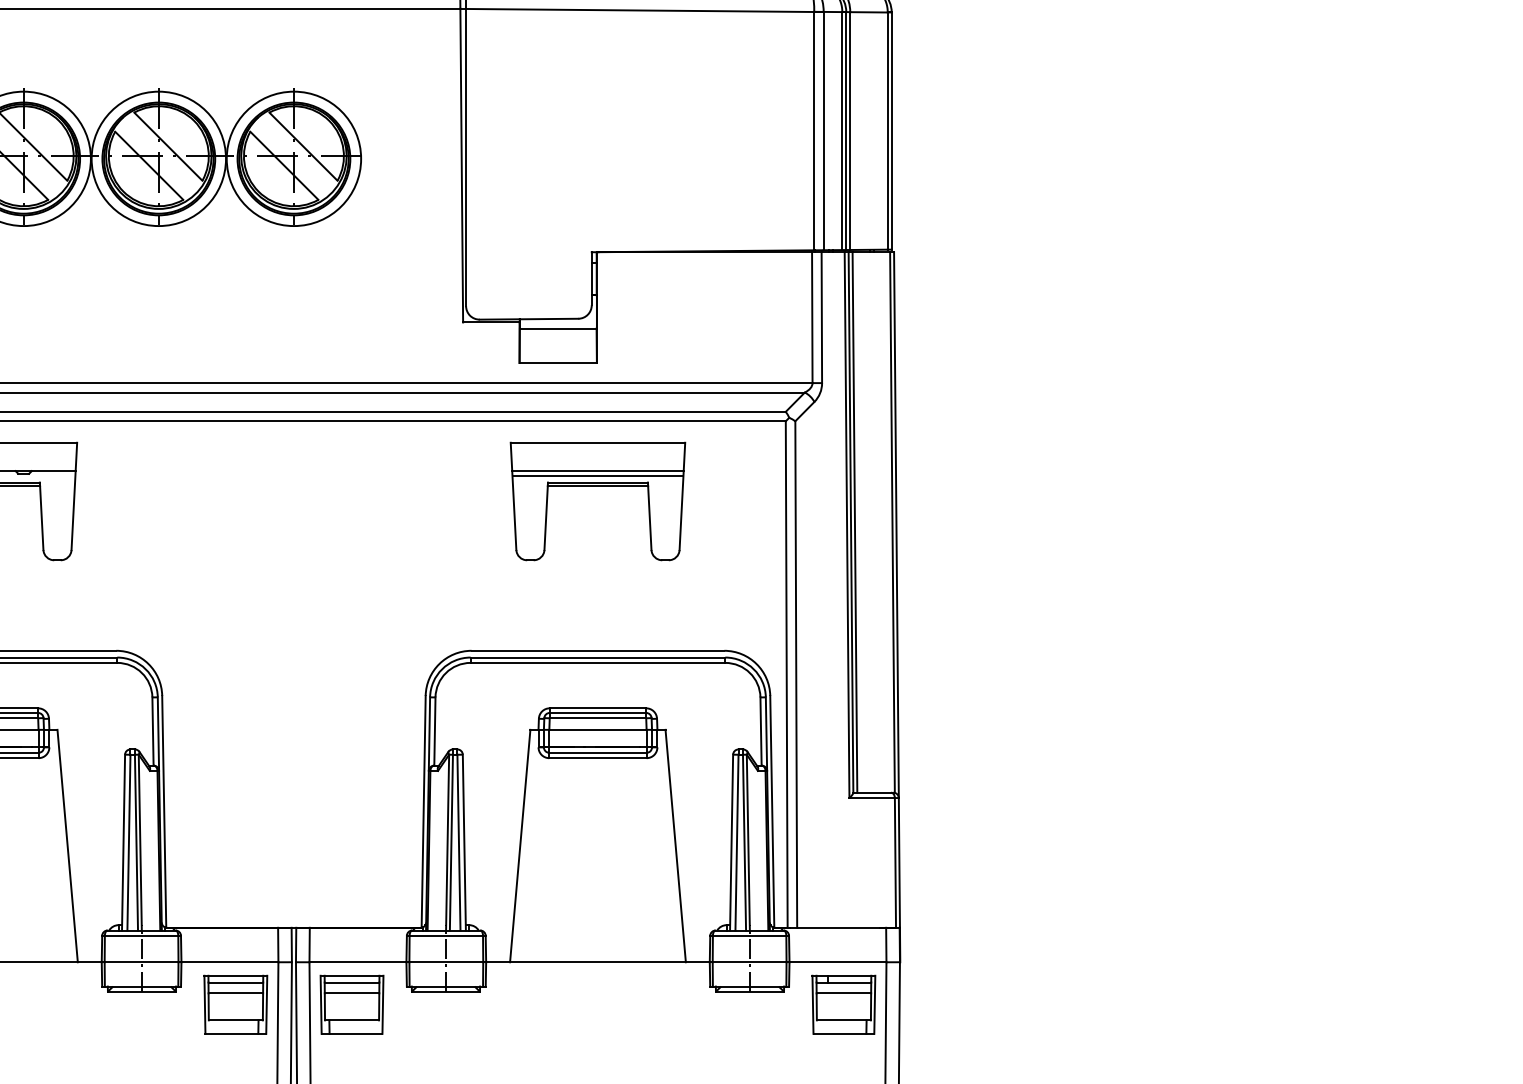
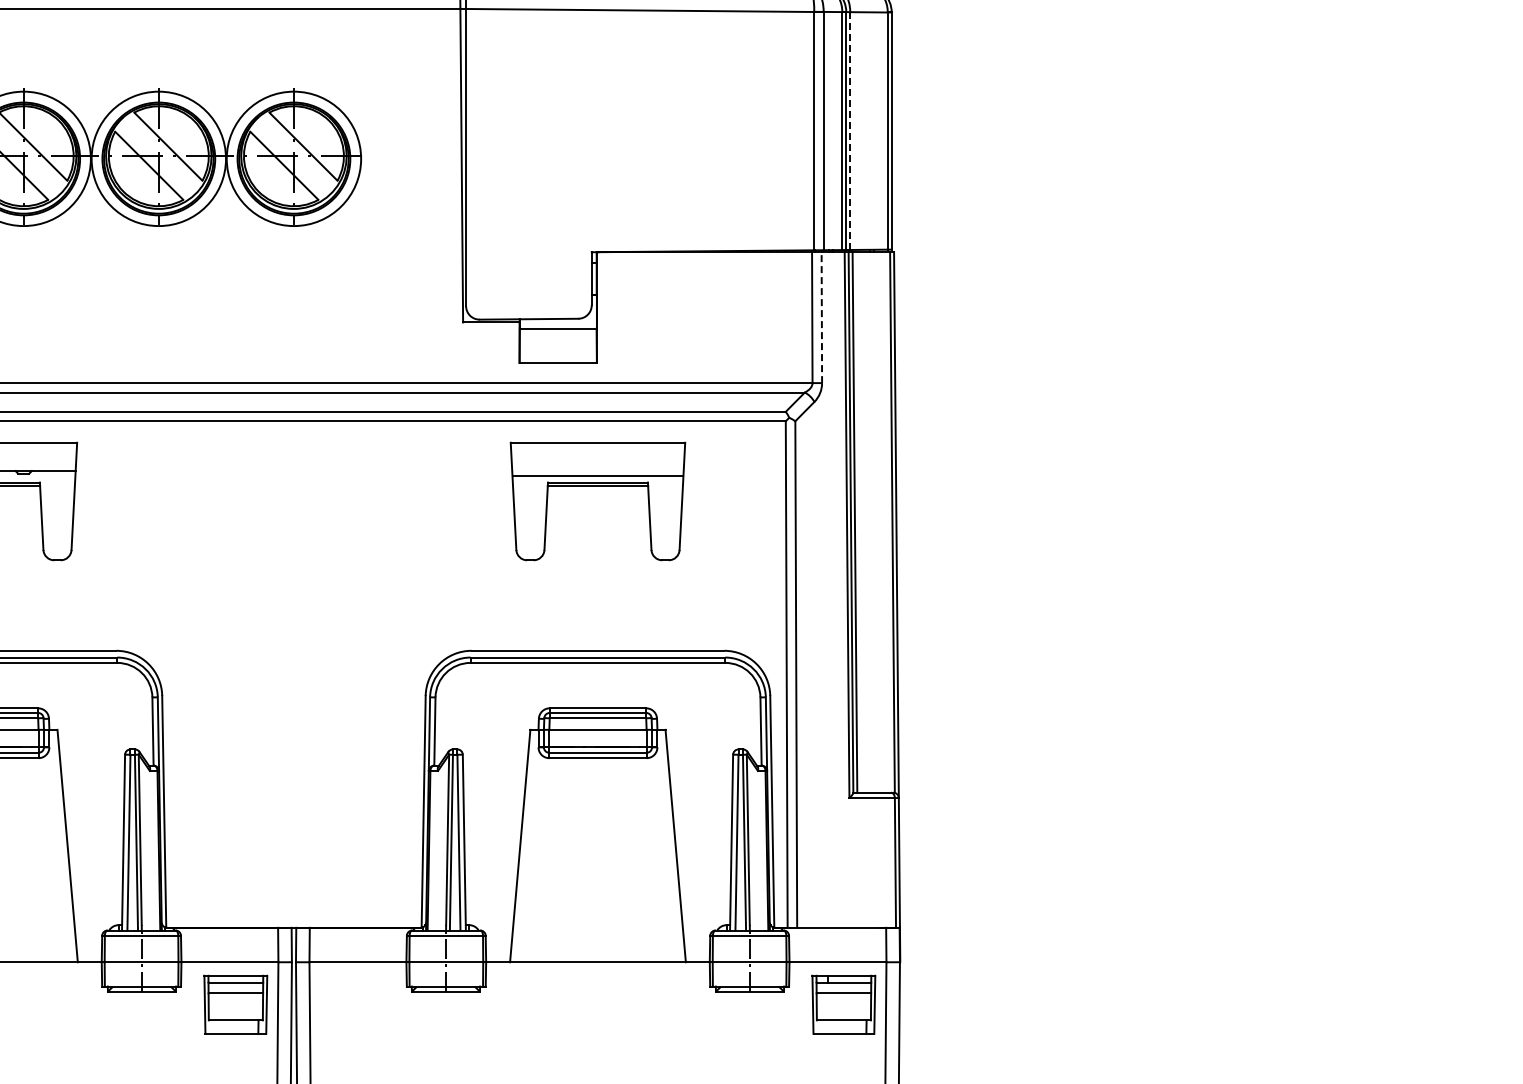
line at (850, 131): solid -> dashed
line at (821, 317): solid -> dashed
line at (597, 471): present -> none
part at (351, 1004): present -> none
